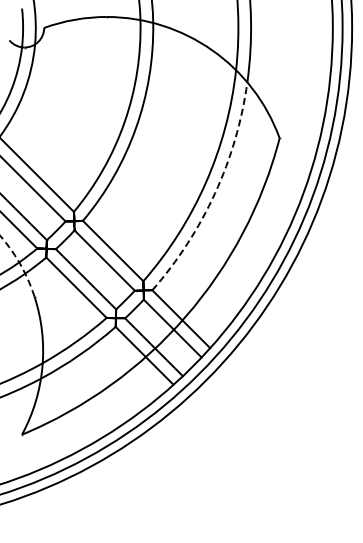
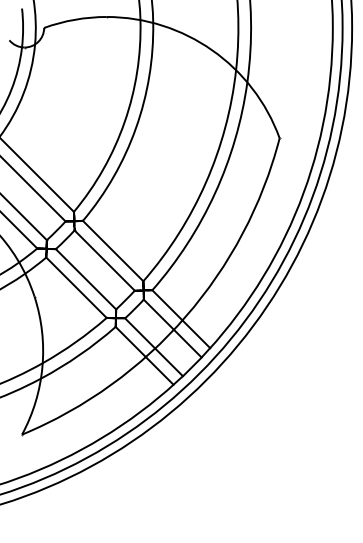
arc at (215, 193): dashed -> solid
arc at (20, 264): dashed -> solid
